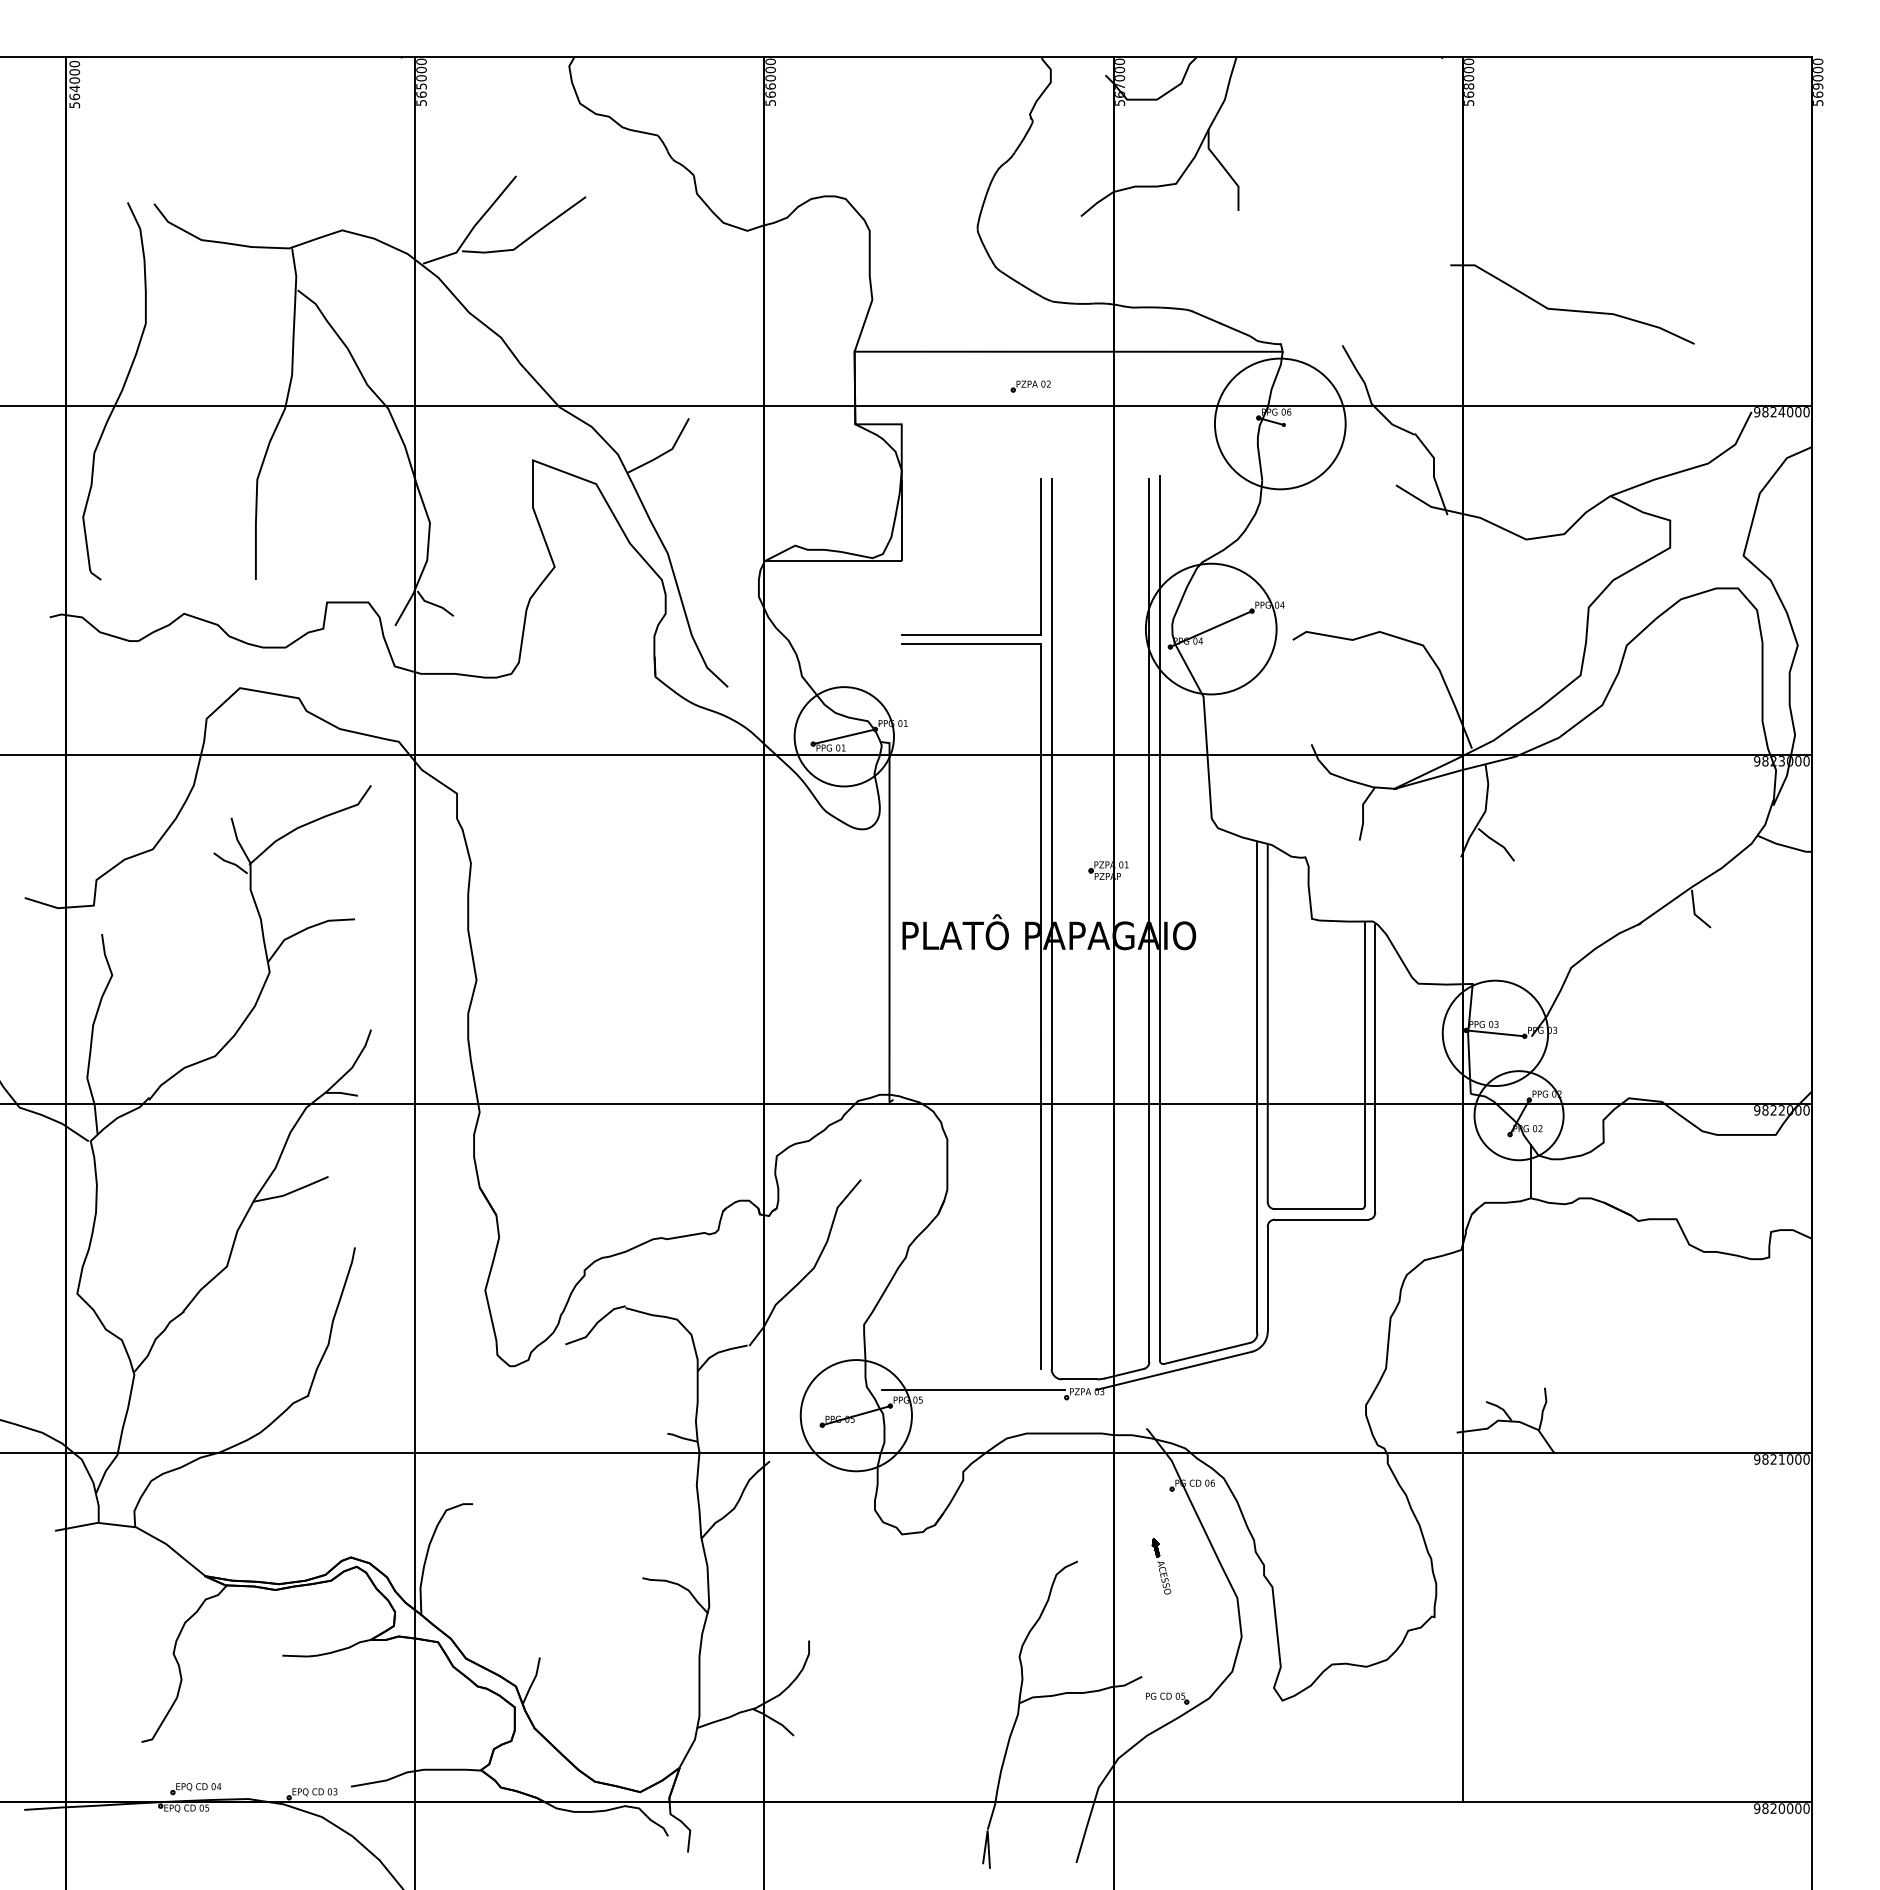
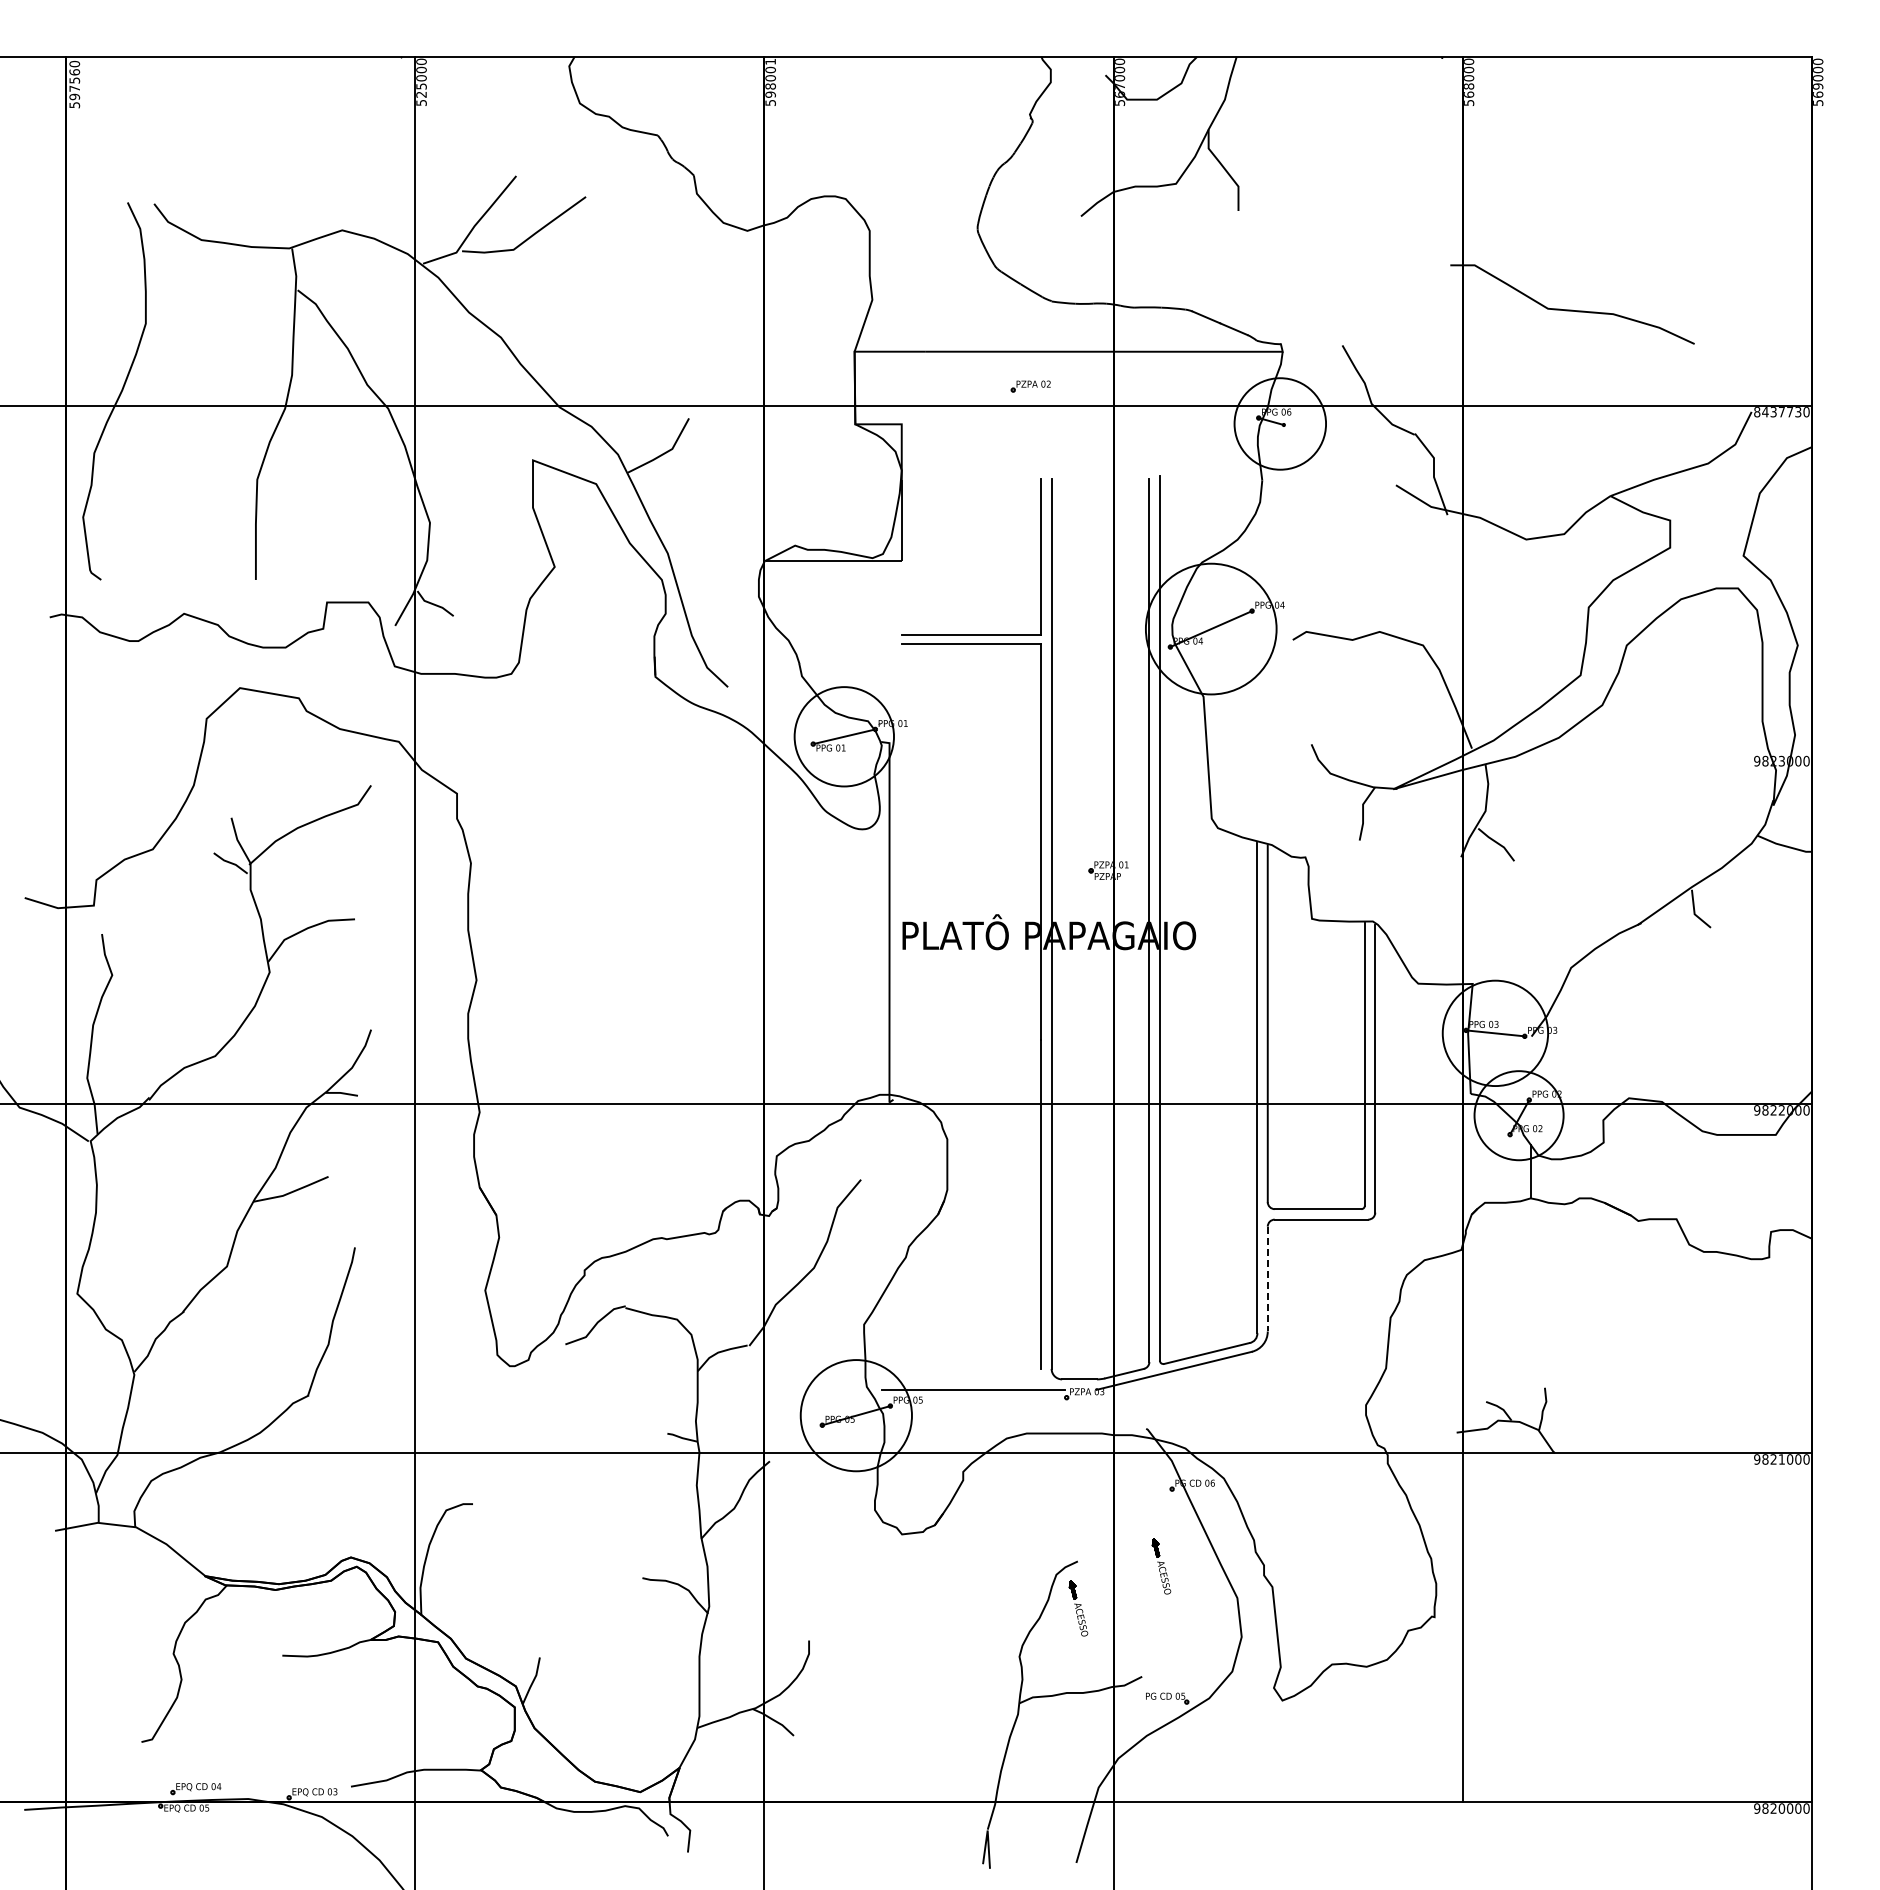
text at (770, 77): 566000 -> 598001
text at (74, 84): 564000 -> 597560
text at (421, 94): 565000 -> 525000
text at (1777, 412): 9824000 -> 8437730
circle at (1279, 423) diameter: 131 px -> 91 px
line at (906, 754): present -> none
line at (1267, 1279): solid -> dashed
part at (1078, 1608): none -> present
